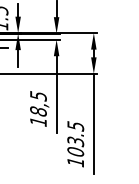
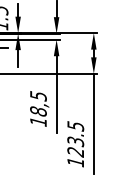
text at (75, 152): 103.5 -> 123.5
